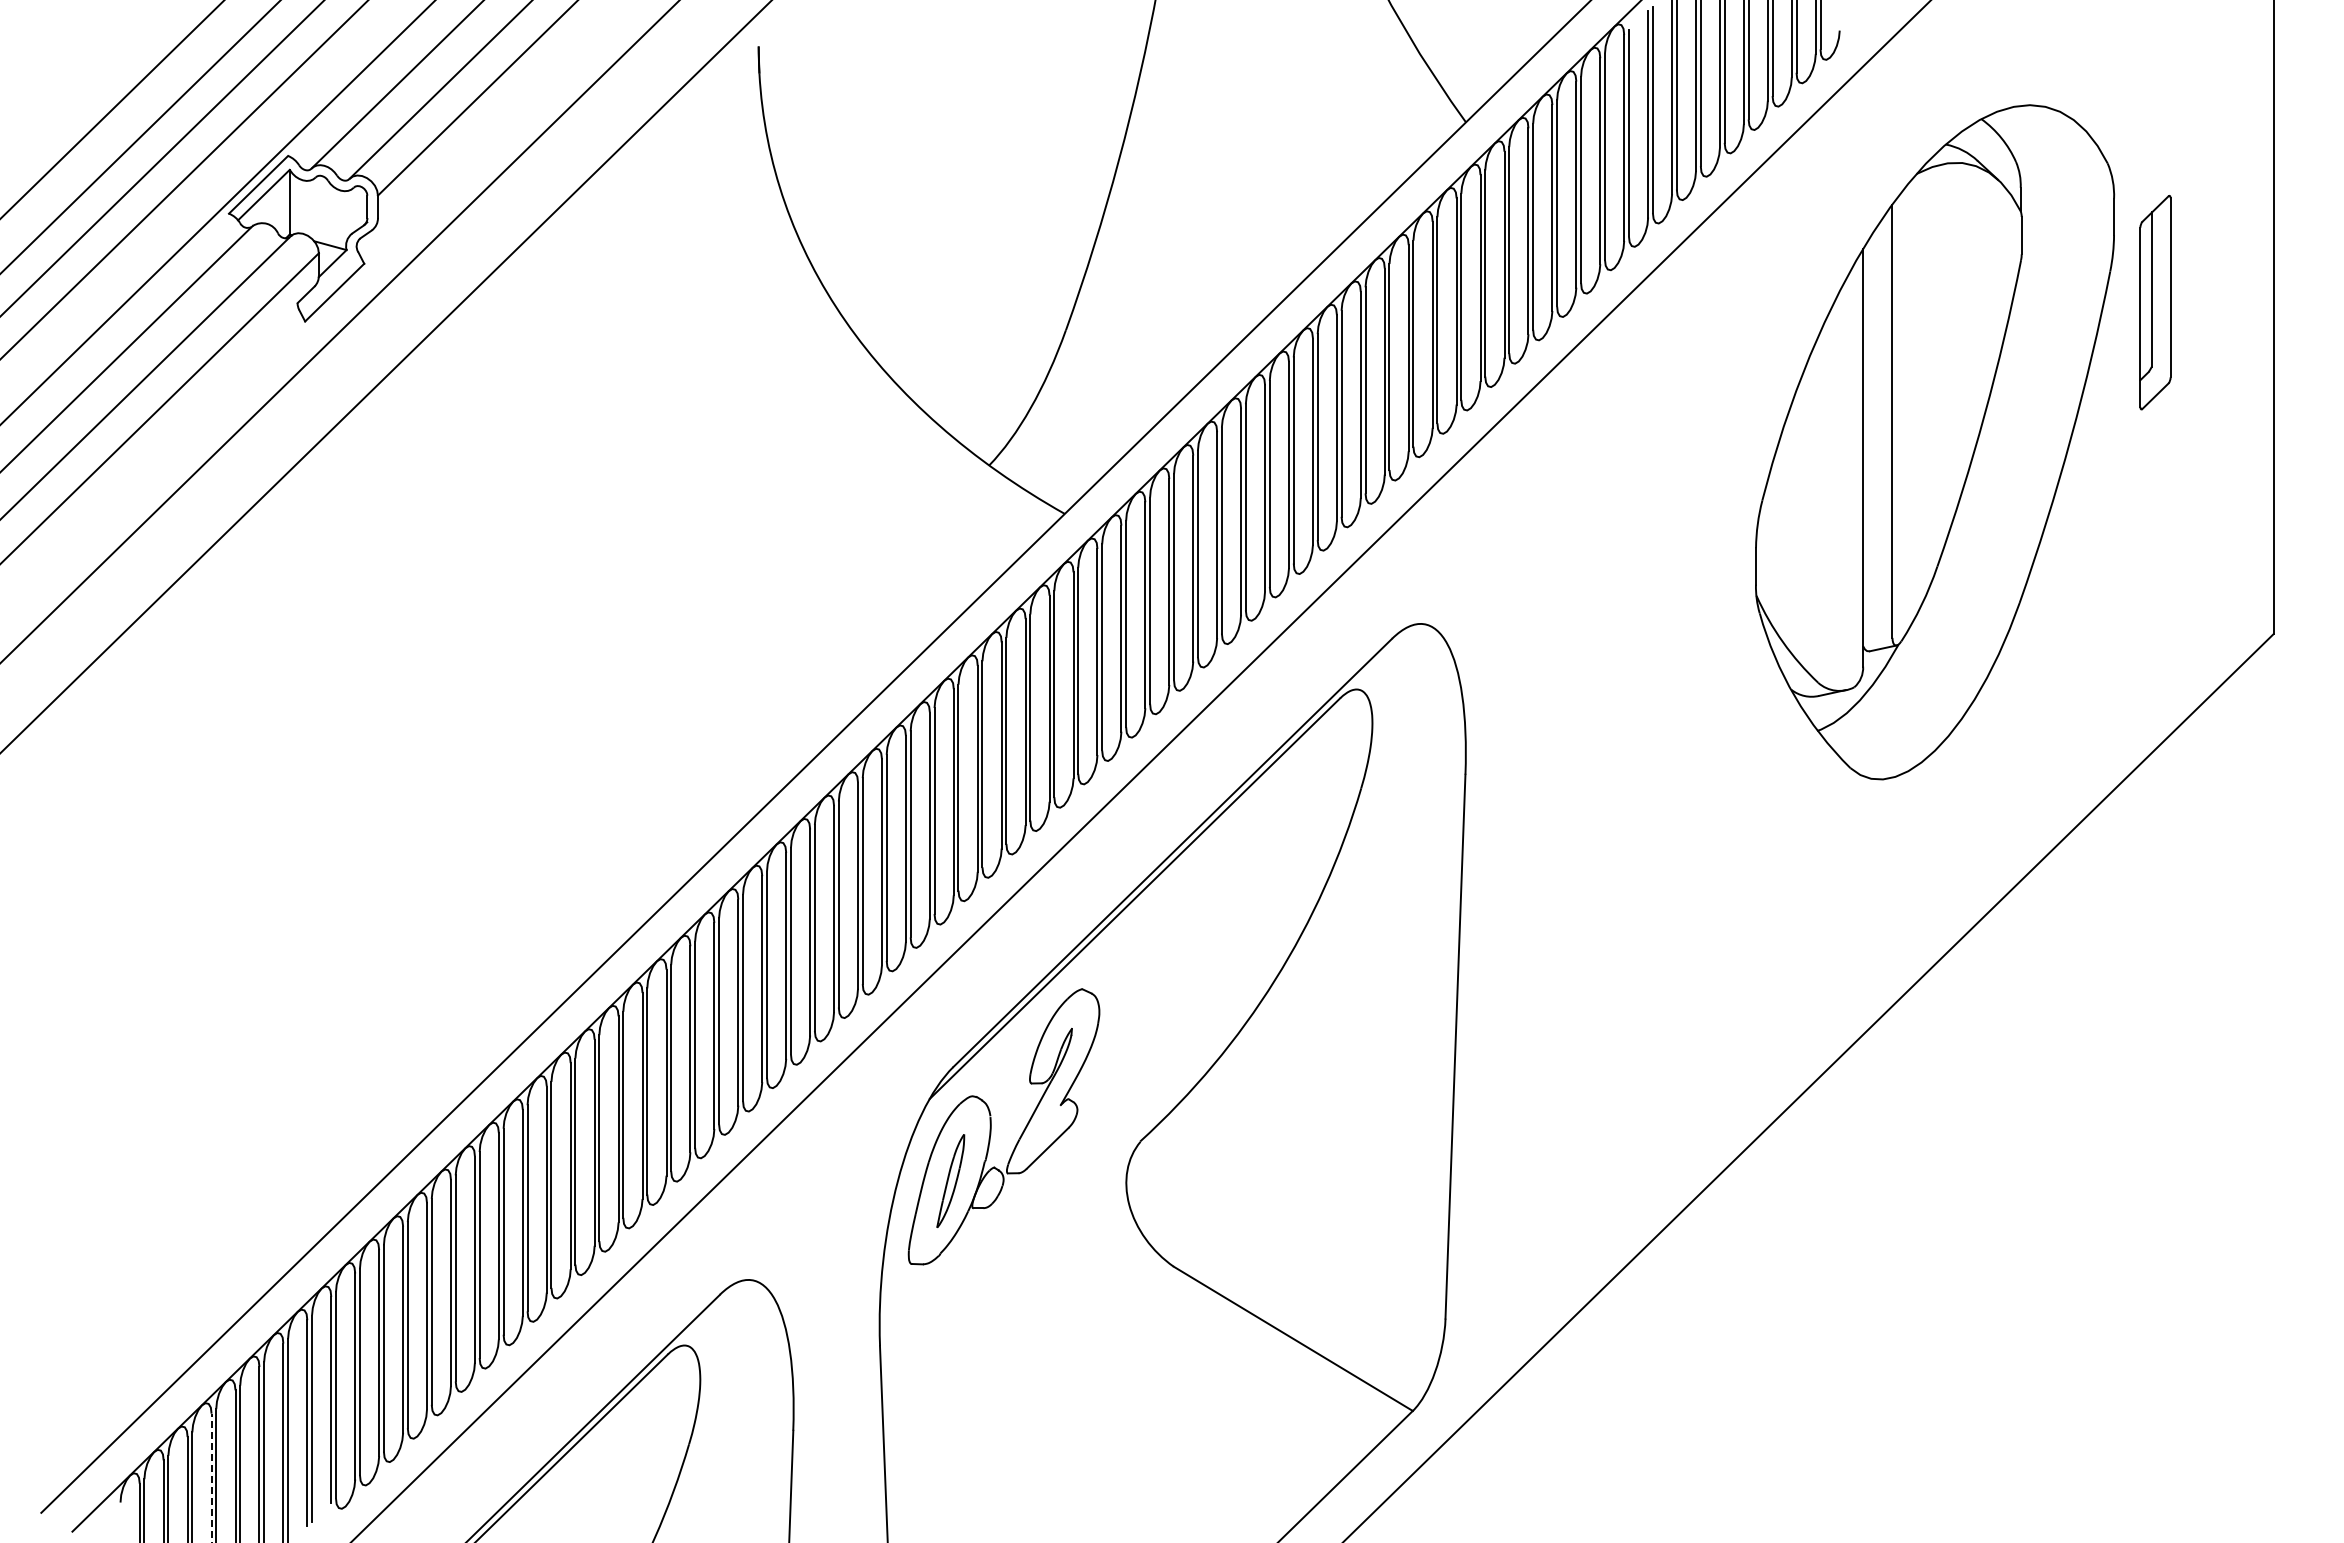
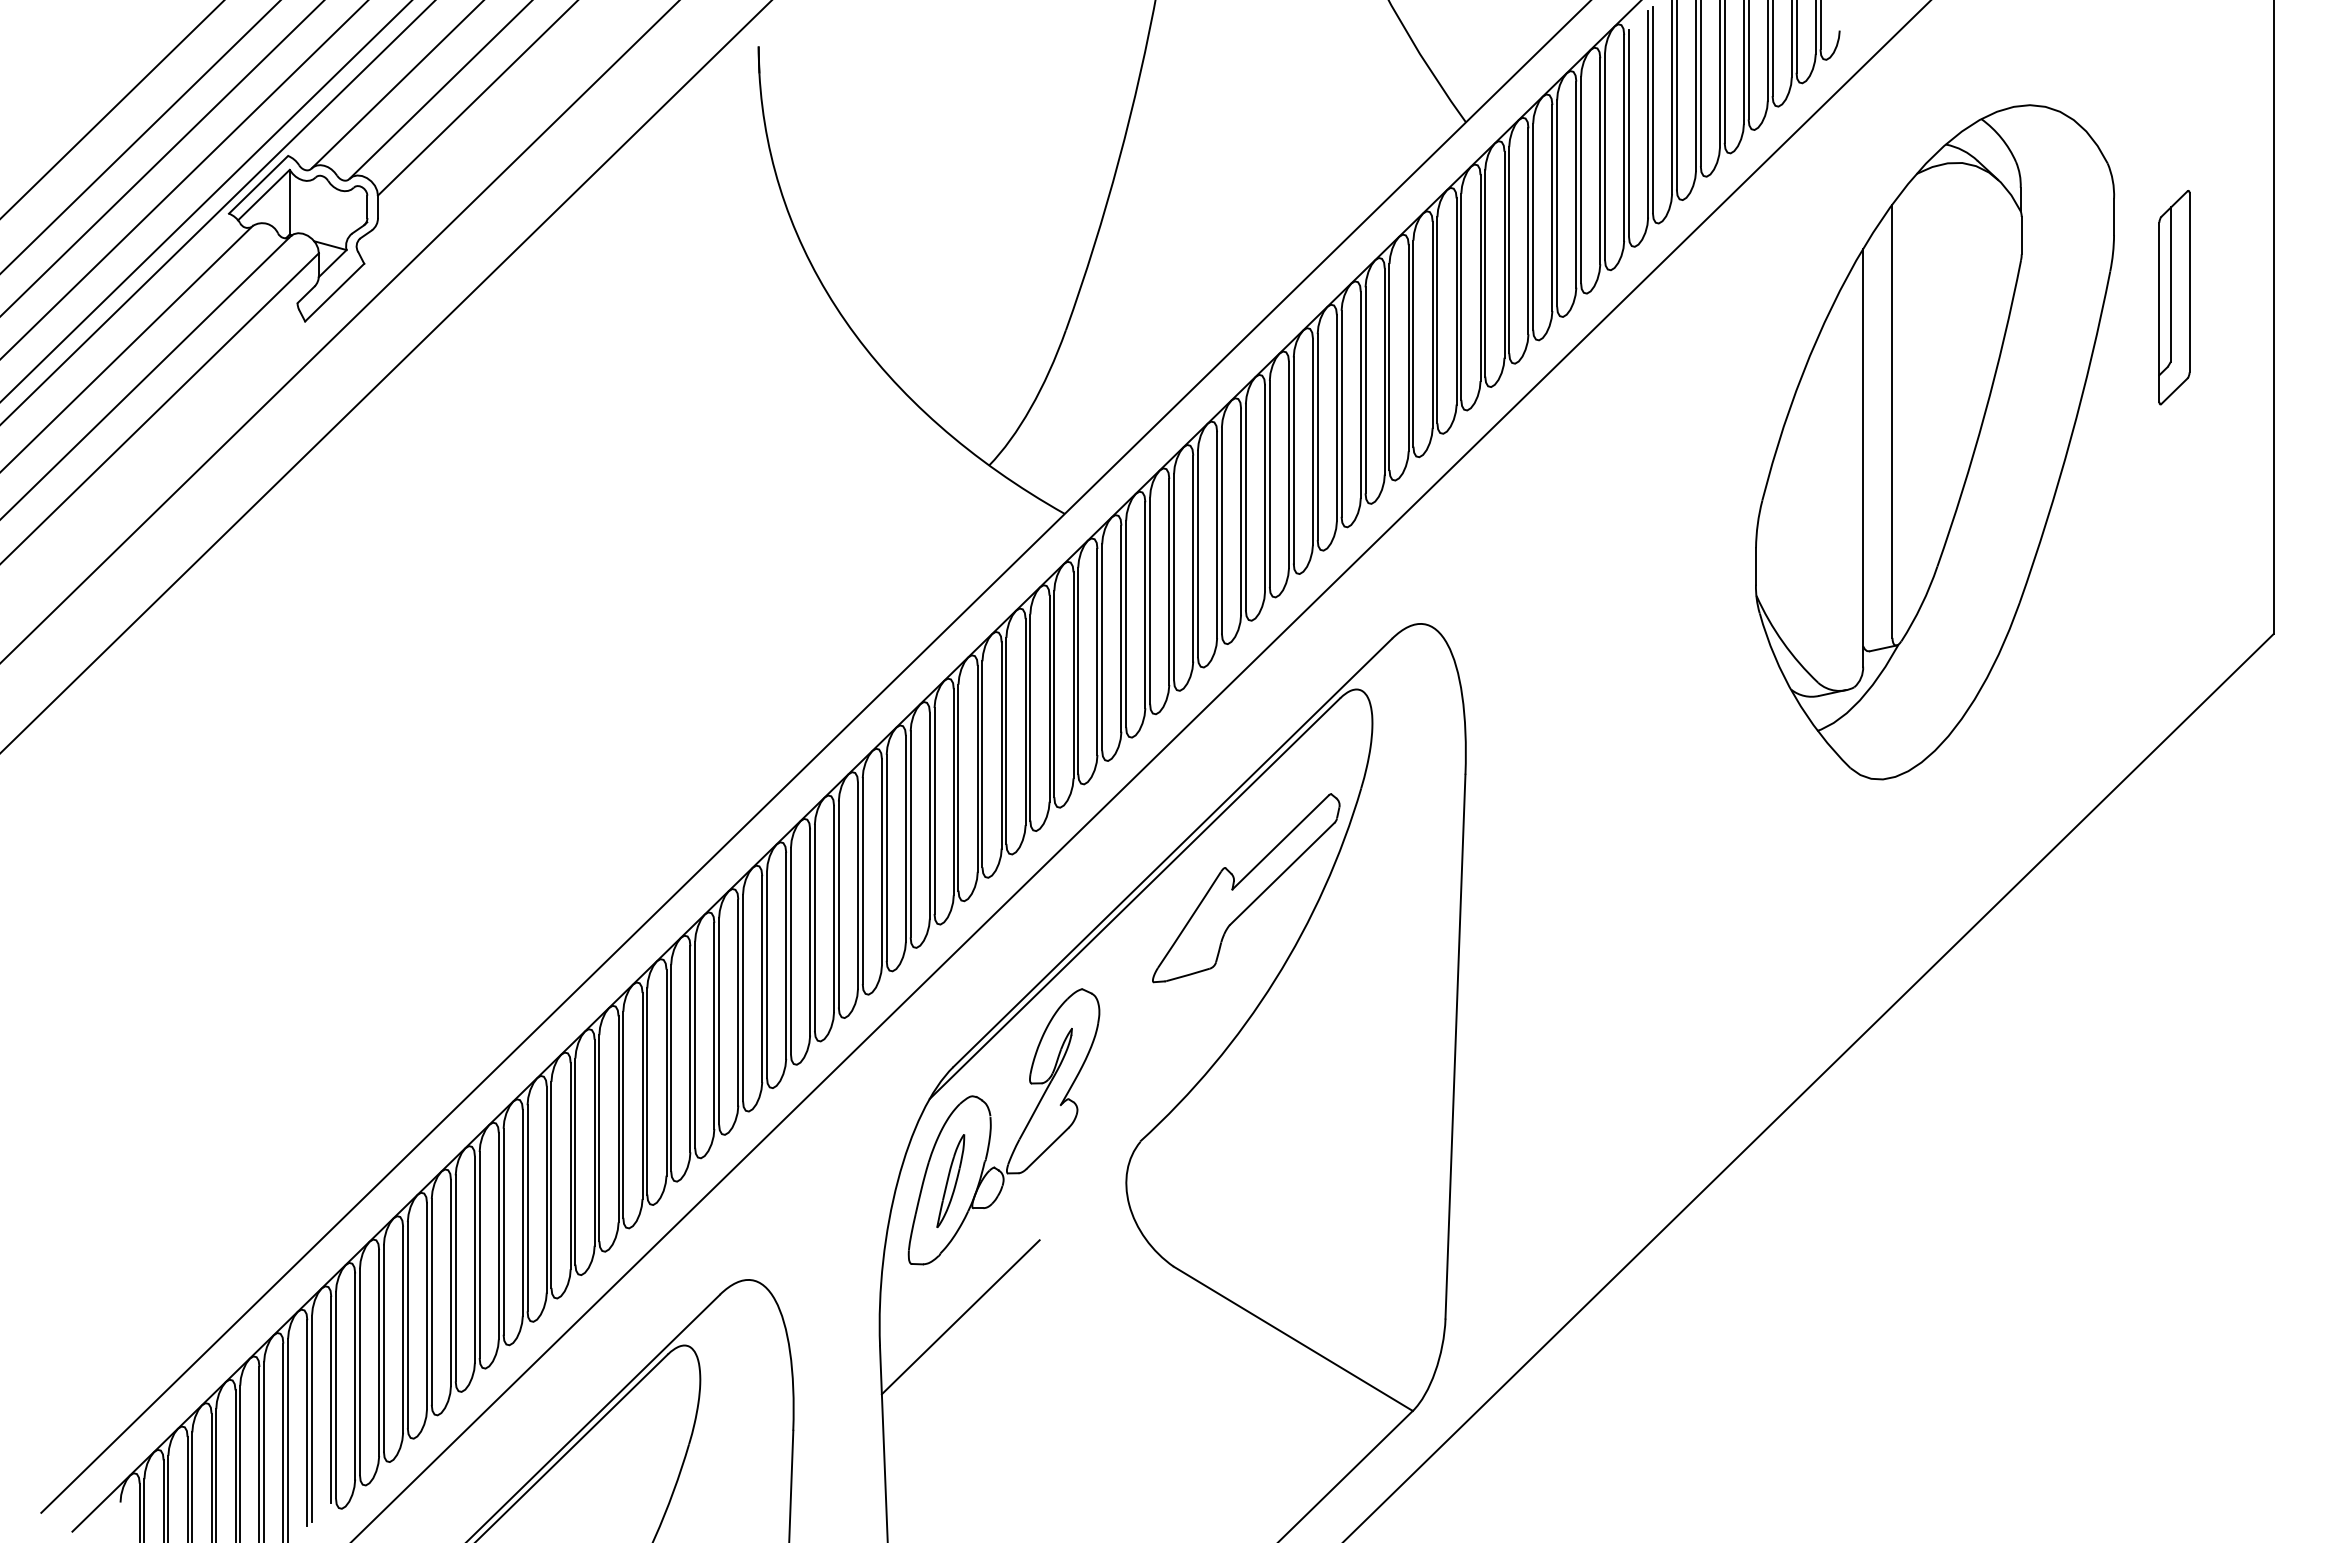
line at (206, 201): none -> present
part at (2155, 302) position: (2155, 302) -> (2174, 297)
part at (1246, 888): none -> present
line at (960, 1317): none -> present
line at (211, 1477): dashed -> solid
